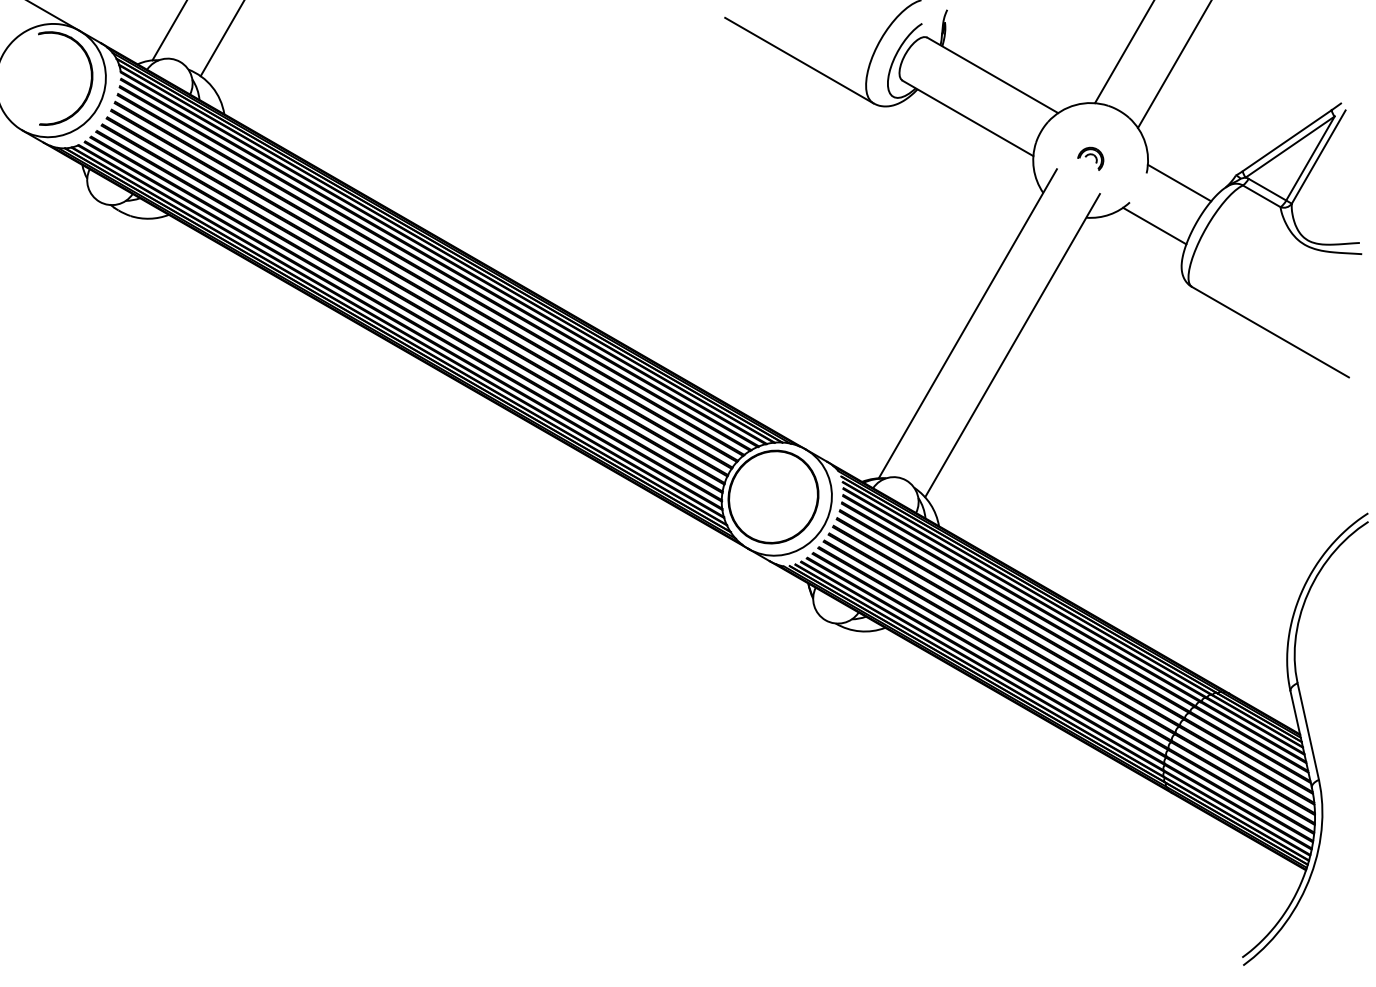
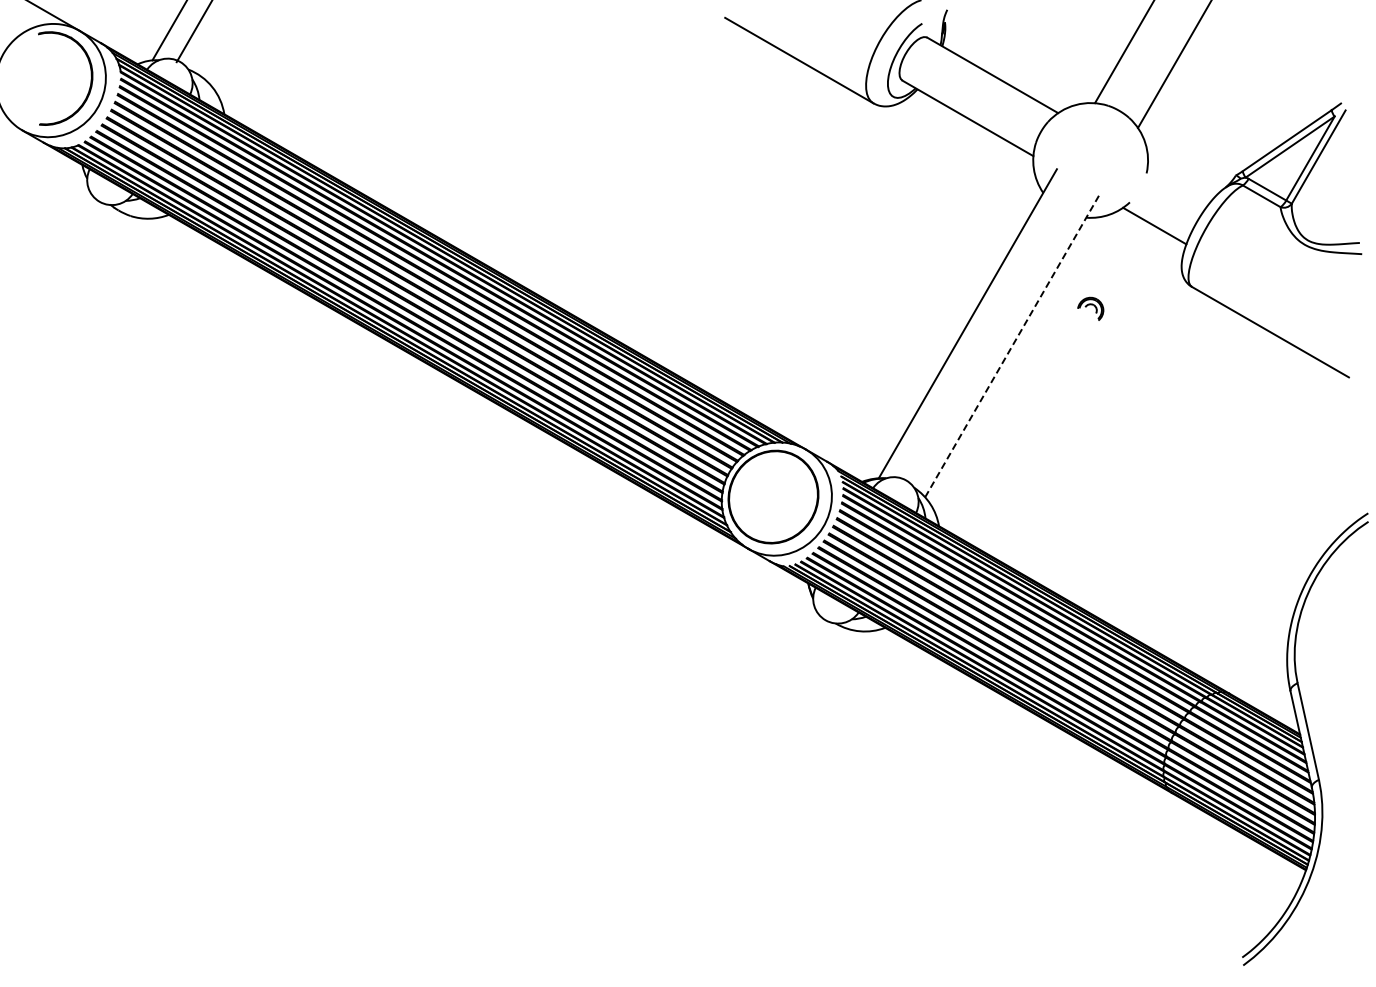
line at (221, 39) position: (221, 39) -> (193, 32)
part at (1090, 158) position: (1090, 158) -> (1090, 308)
line at (1179, 182): present -> none
line at (1012, 345): solid -> dashed
